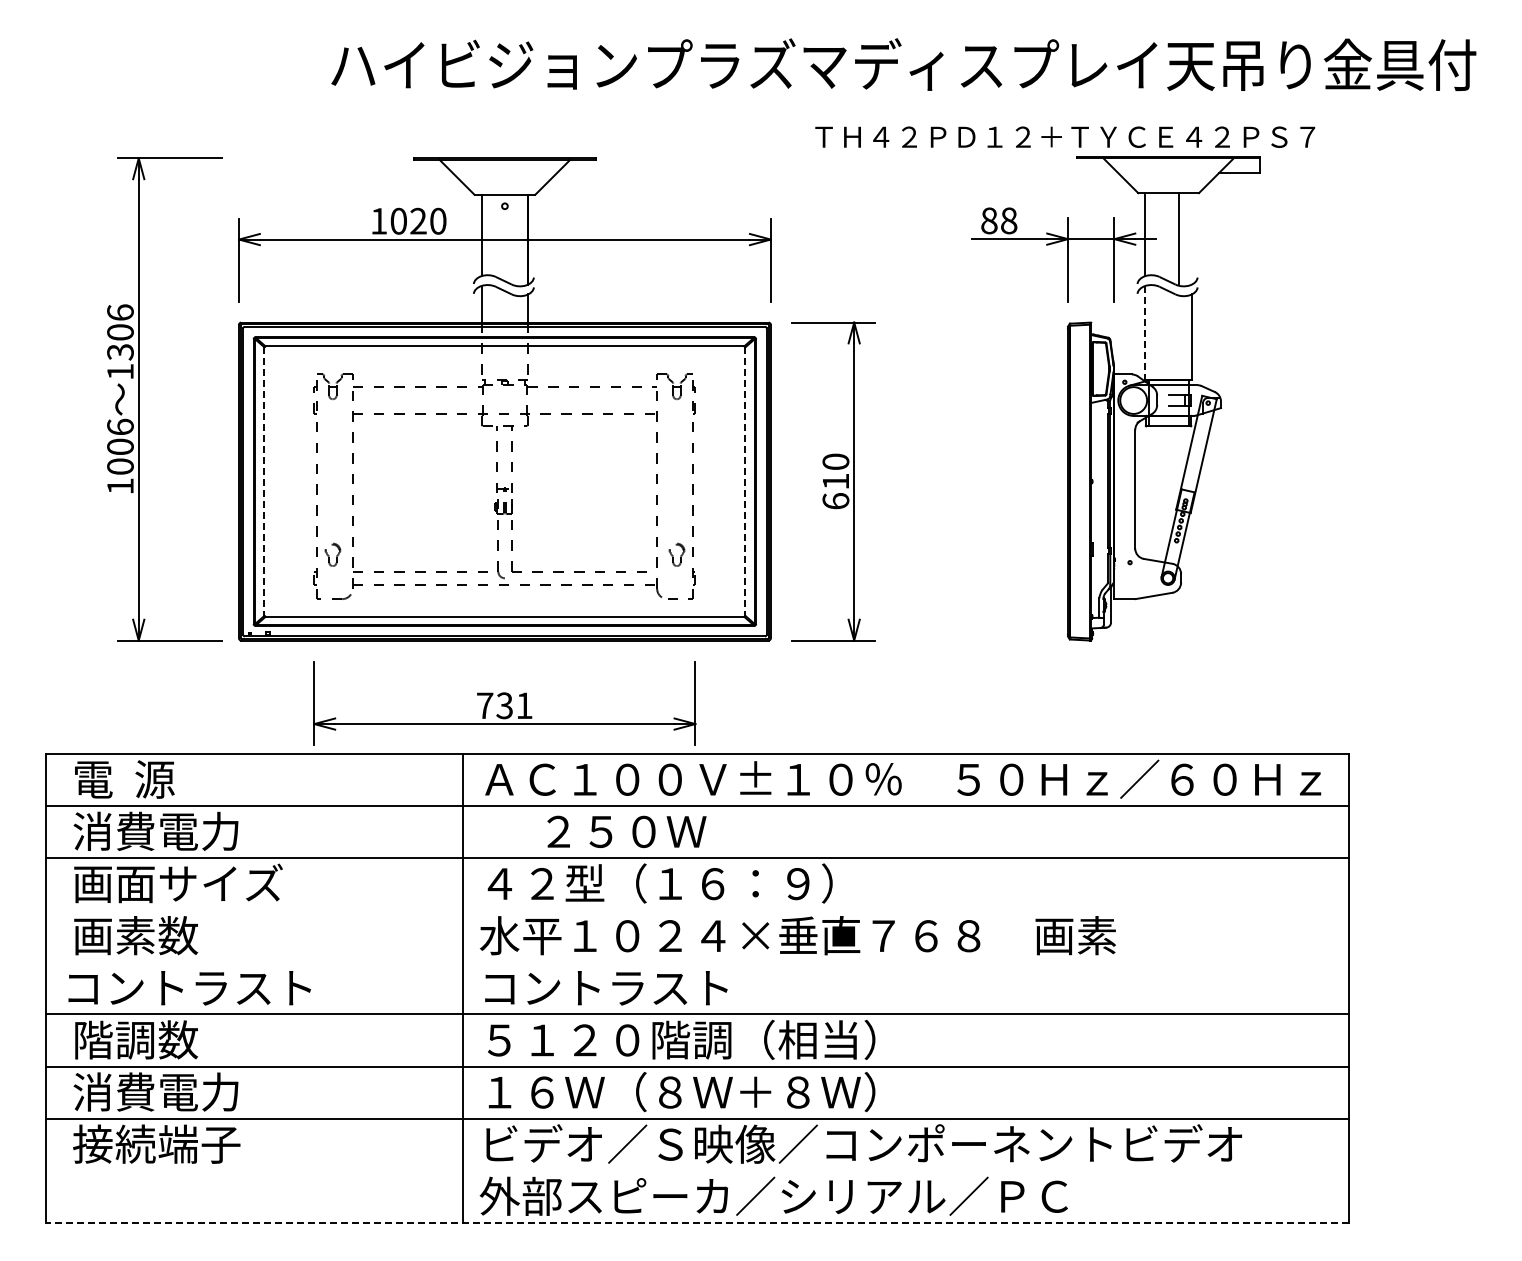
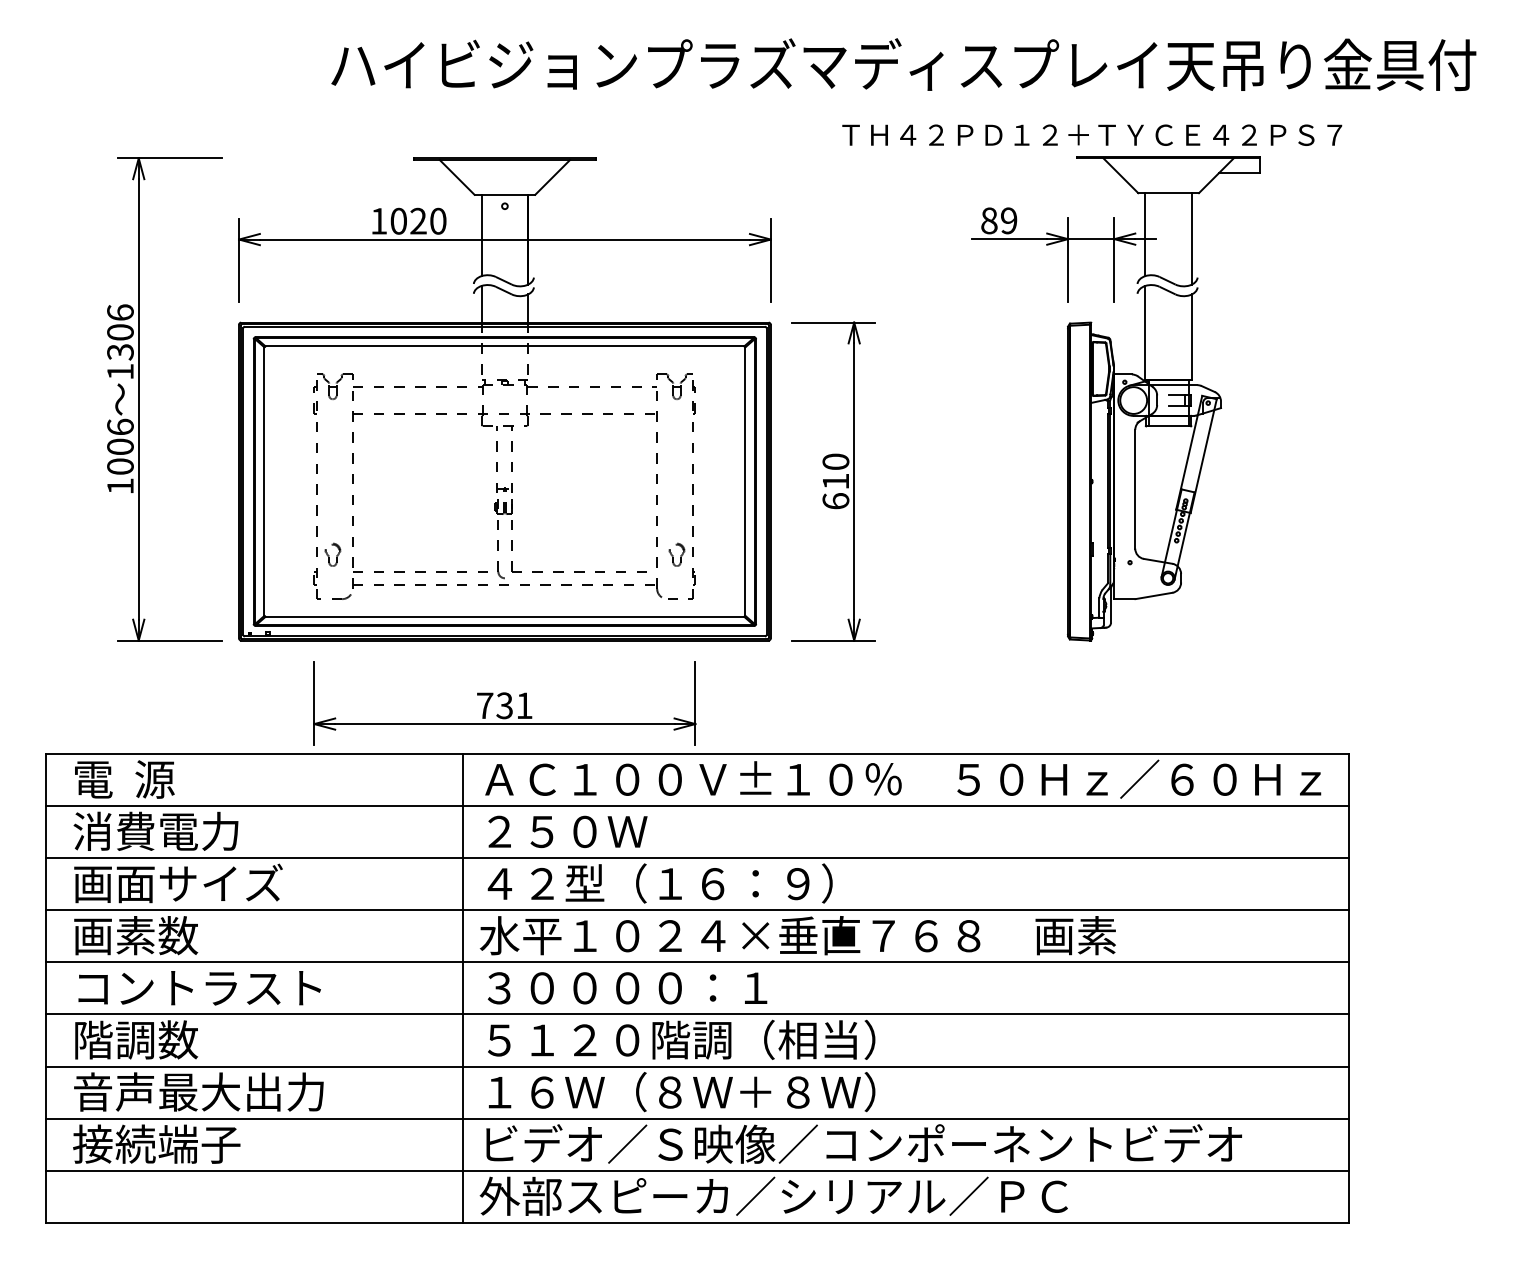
text at (1065, 136) position: (1065, 136) -> (1092, 134)
text at (1009, 220): 88 -> 89
line at (1178, 238) position: (1178, 238) -> (1191, 238)
line at (1145, 333): dashed -> solid
line at (264, 482): dashed -> solid
line at (745, 482): dashed -> solid
text at (626, 831) position: (626, 831) -> (567, 831)
line at (696, 910): none -> present
line at (696, 962): none -> present
text at (189, 988) position: (189, 988) -> (199, 988)
text at (626, 988): コントラスト -> ３００００：１
text at (198, 1091): 消費電力 -> 音声最大出力
line at (696, 1170): none -> present
line at (697, 1222): dashed -> solid
